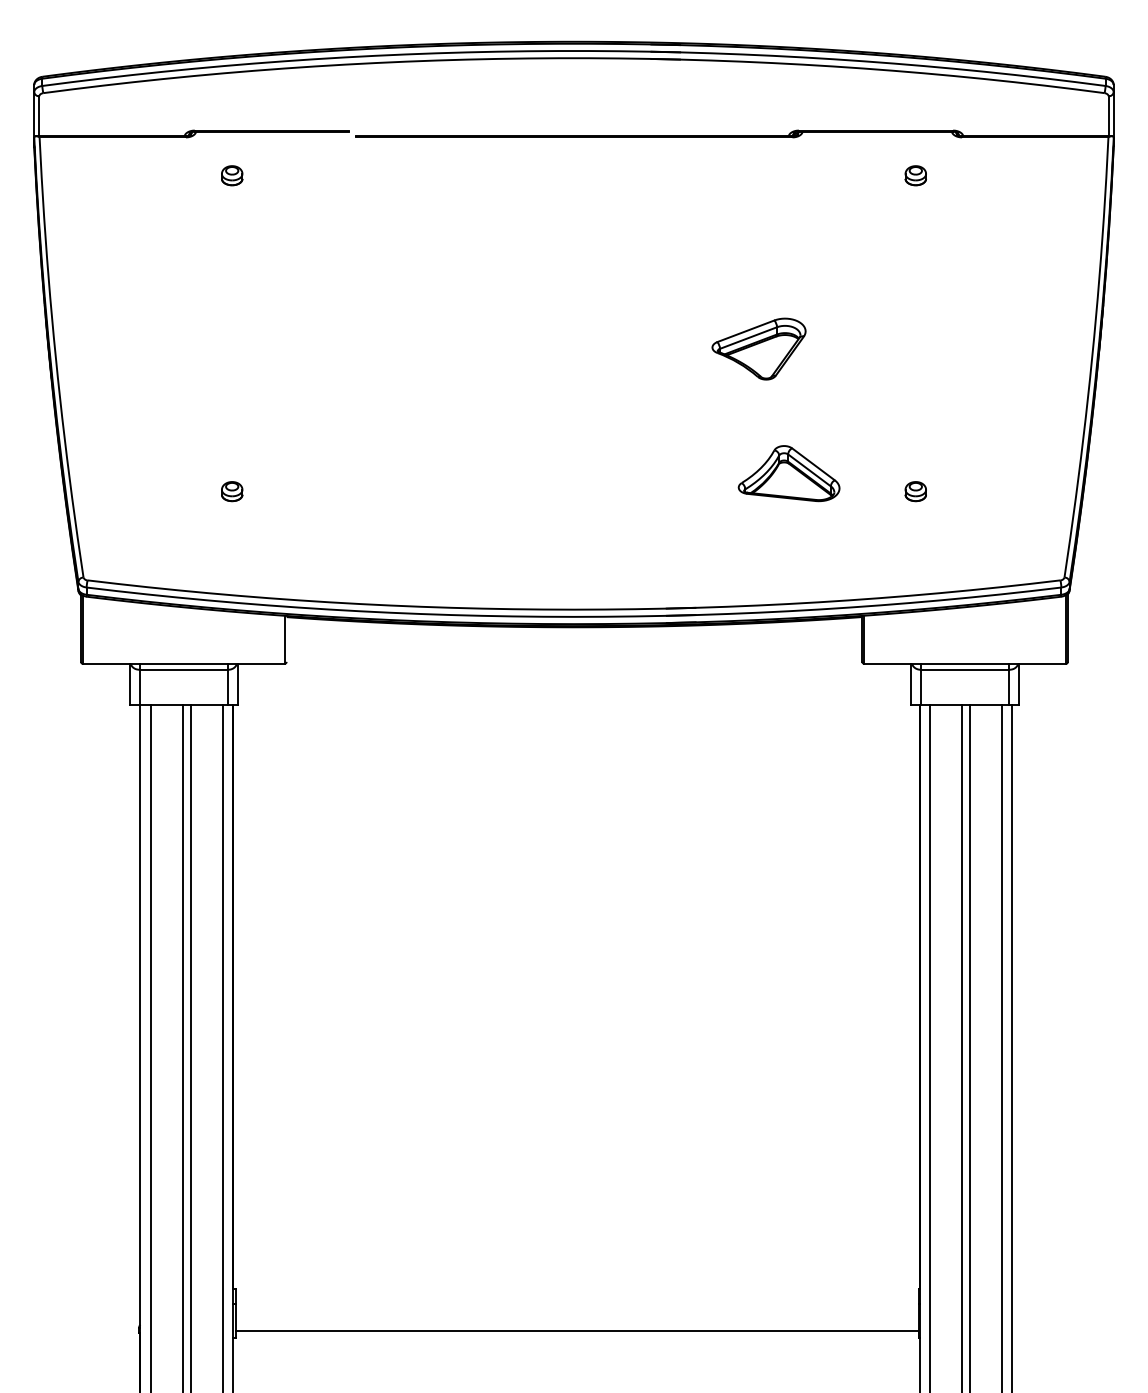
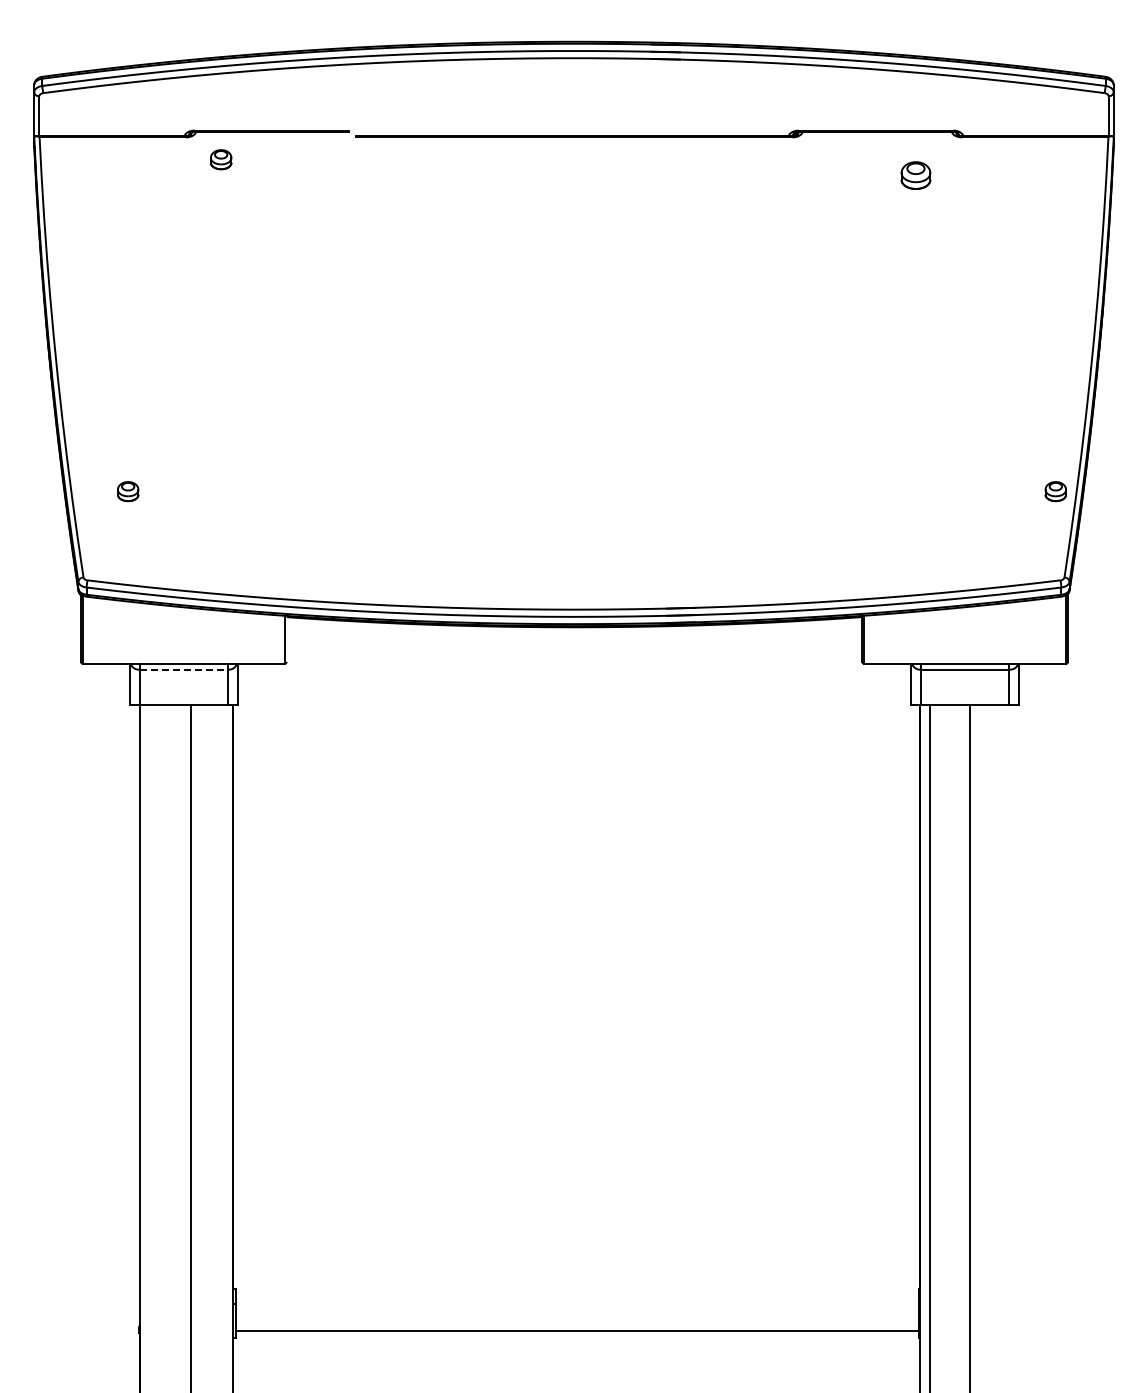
part at (232, 175) position: (232, 175) -> (221, 159)
part at (915, 175) size: 23x22 px -> 32x29 px
part at (758, 348): present -> none
part at (788, 473): present -> none
part at (232, 491) position: (232, 491) -> (128, 491)
part at (915, 491) position: (915, 491) -> (1055, 491)
line at (183, 669): solid -> dashed
line at (150, 1047): present -> none
line at (182, 1047): present -> none
line at (222, 1047): present -> none
line at (961, 1047): present -> none
line at (1001, 1047): present -> none
line at (1012, 1047): present -> none
